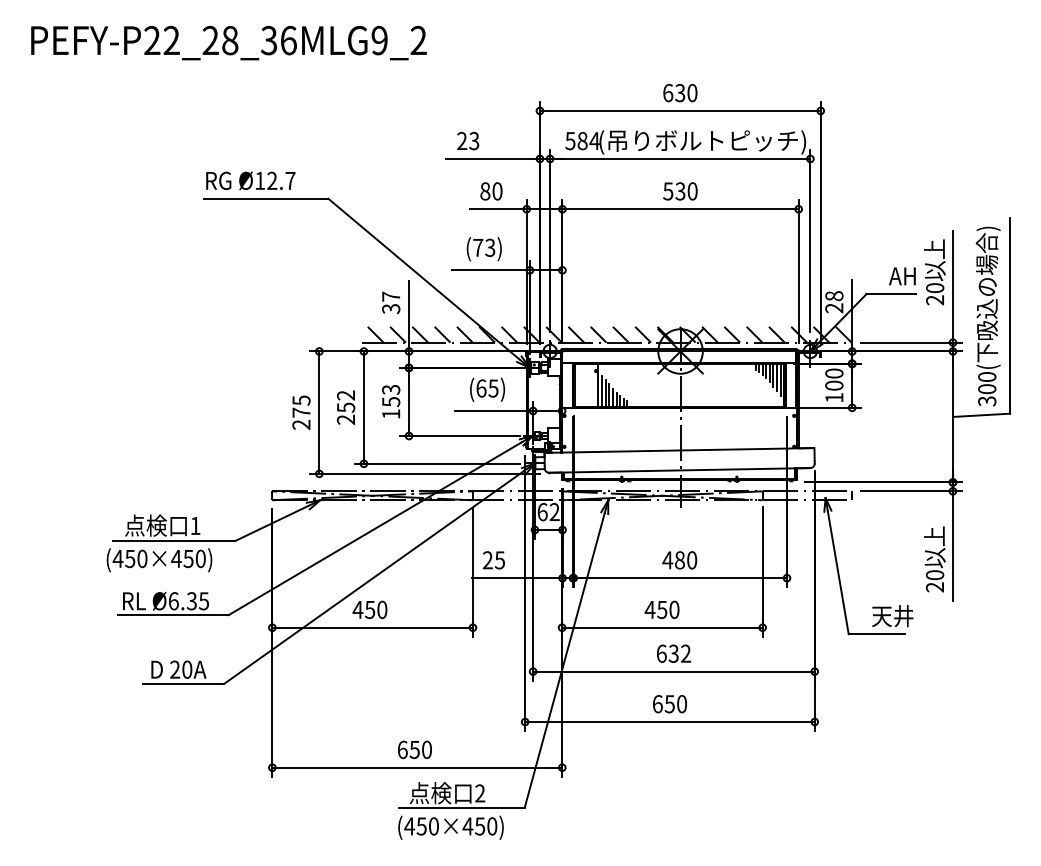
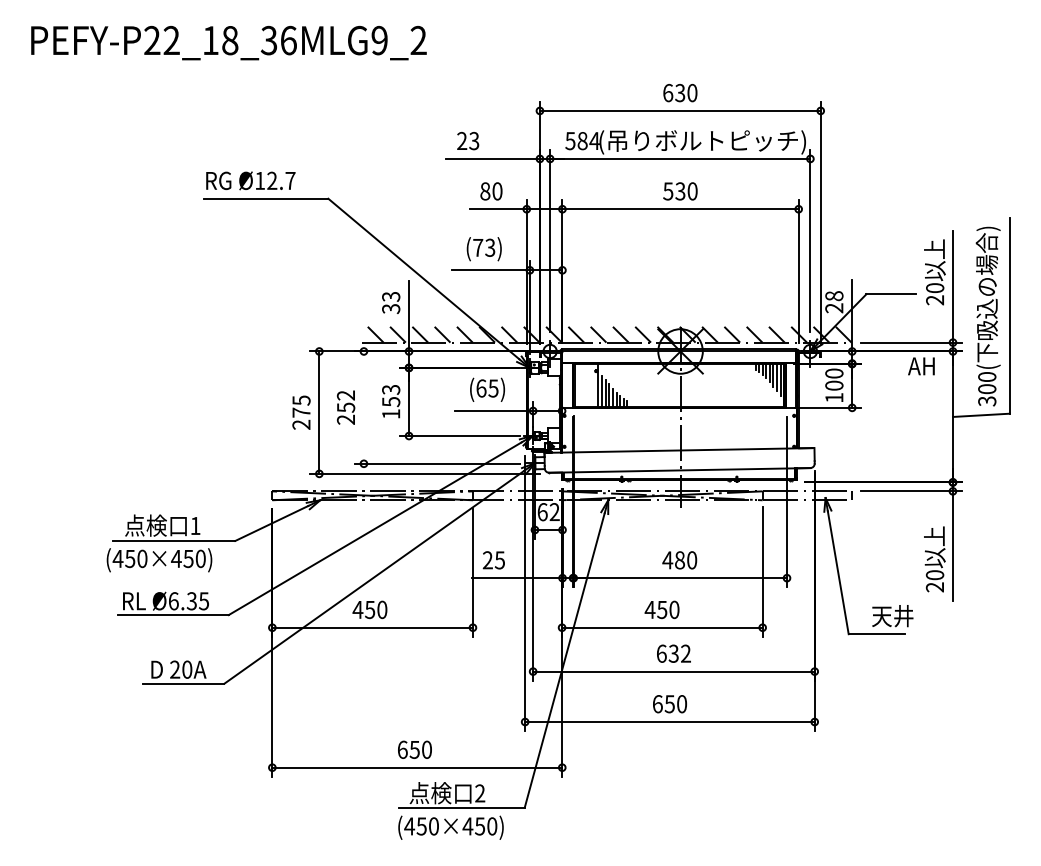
text at (210, 39): PEFY-P22_28_36MLG9_2 -> PEFY-P22_18_36MLG9_2
text at (902, 276) position: (902, 276) -> (921, 366)
text at (391, 296): 37 -> 33
line at (363, 407): present -> none
